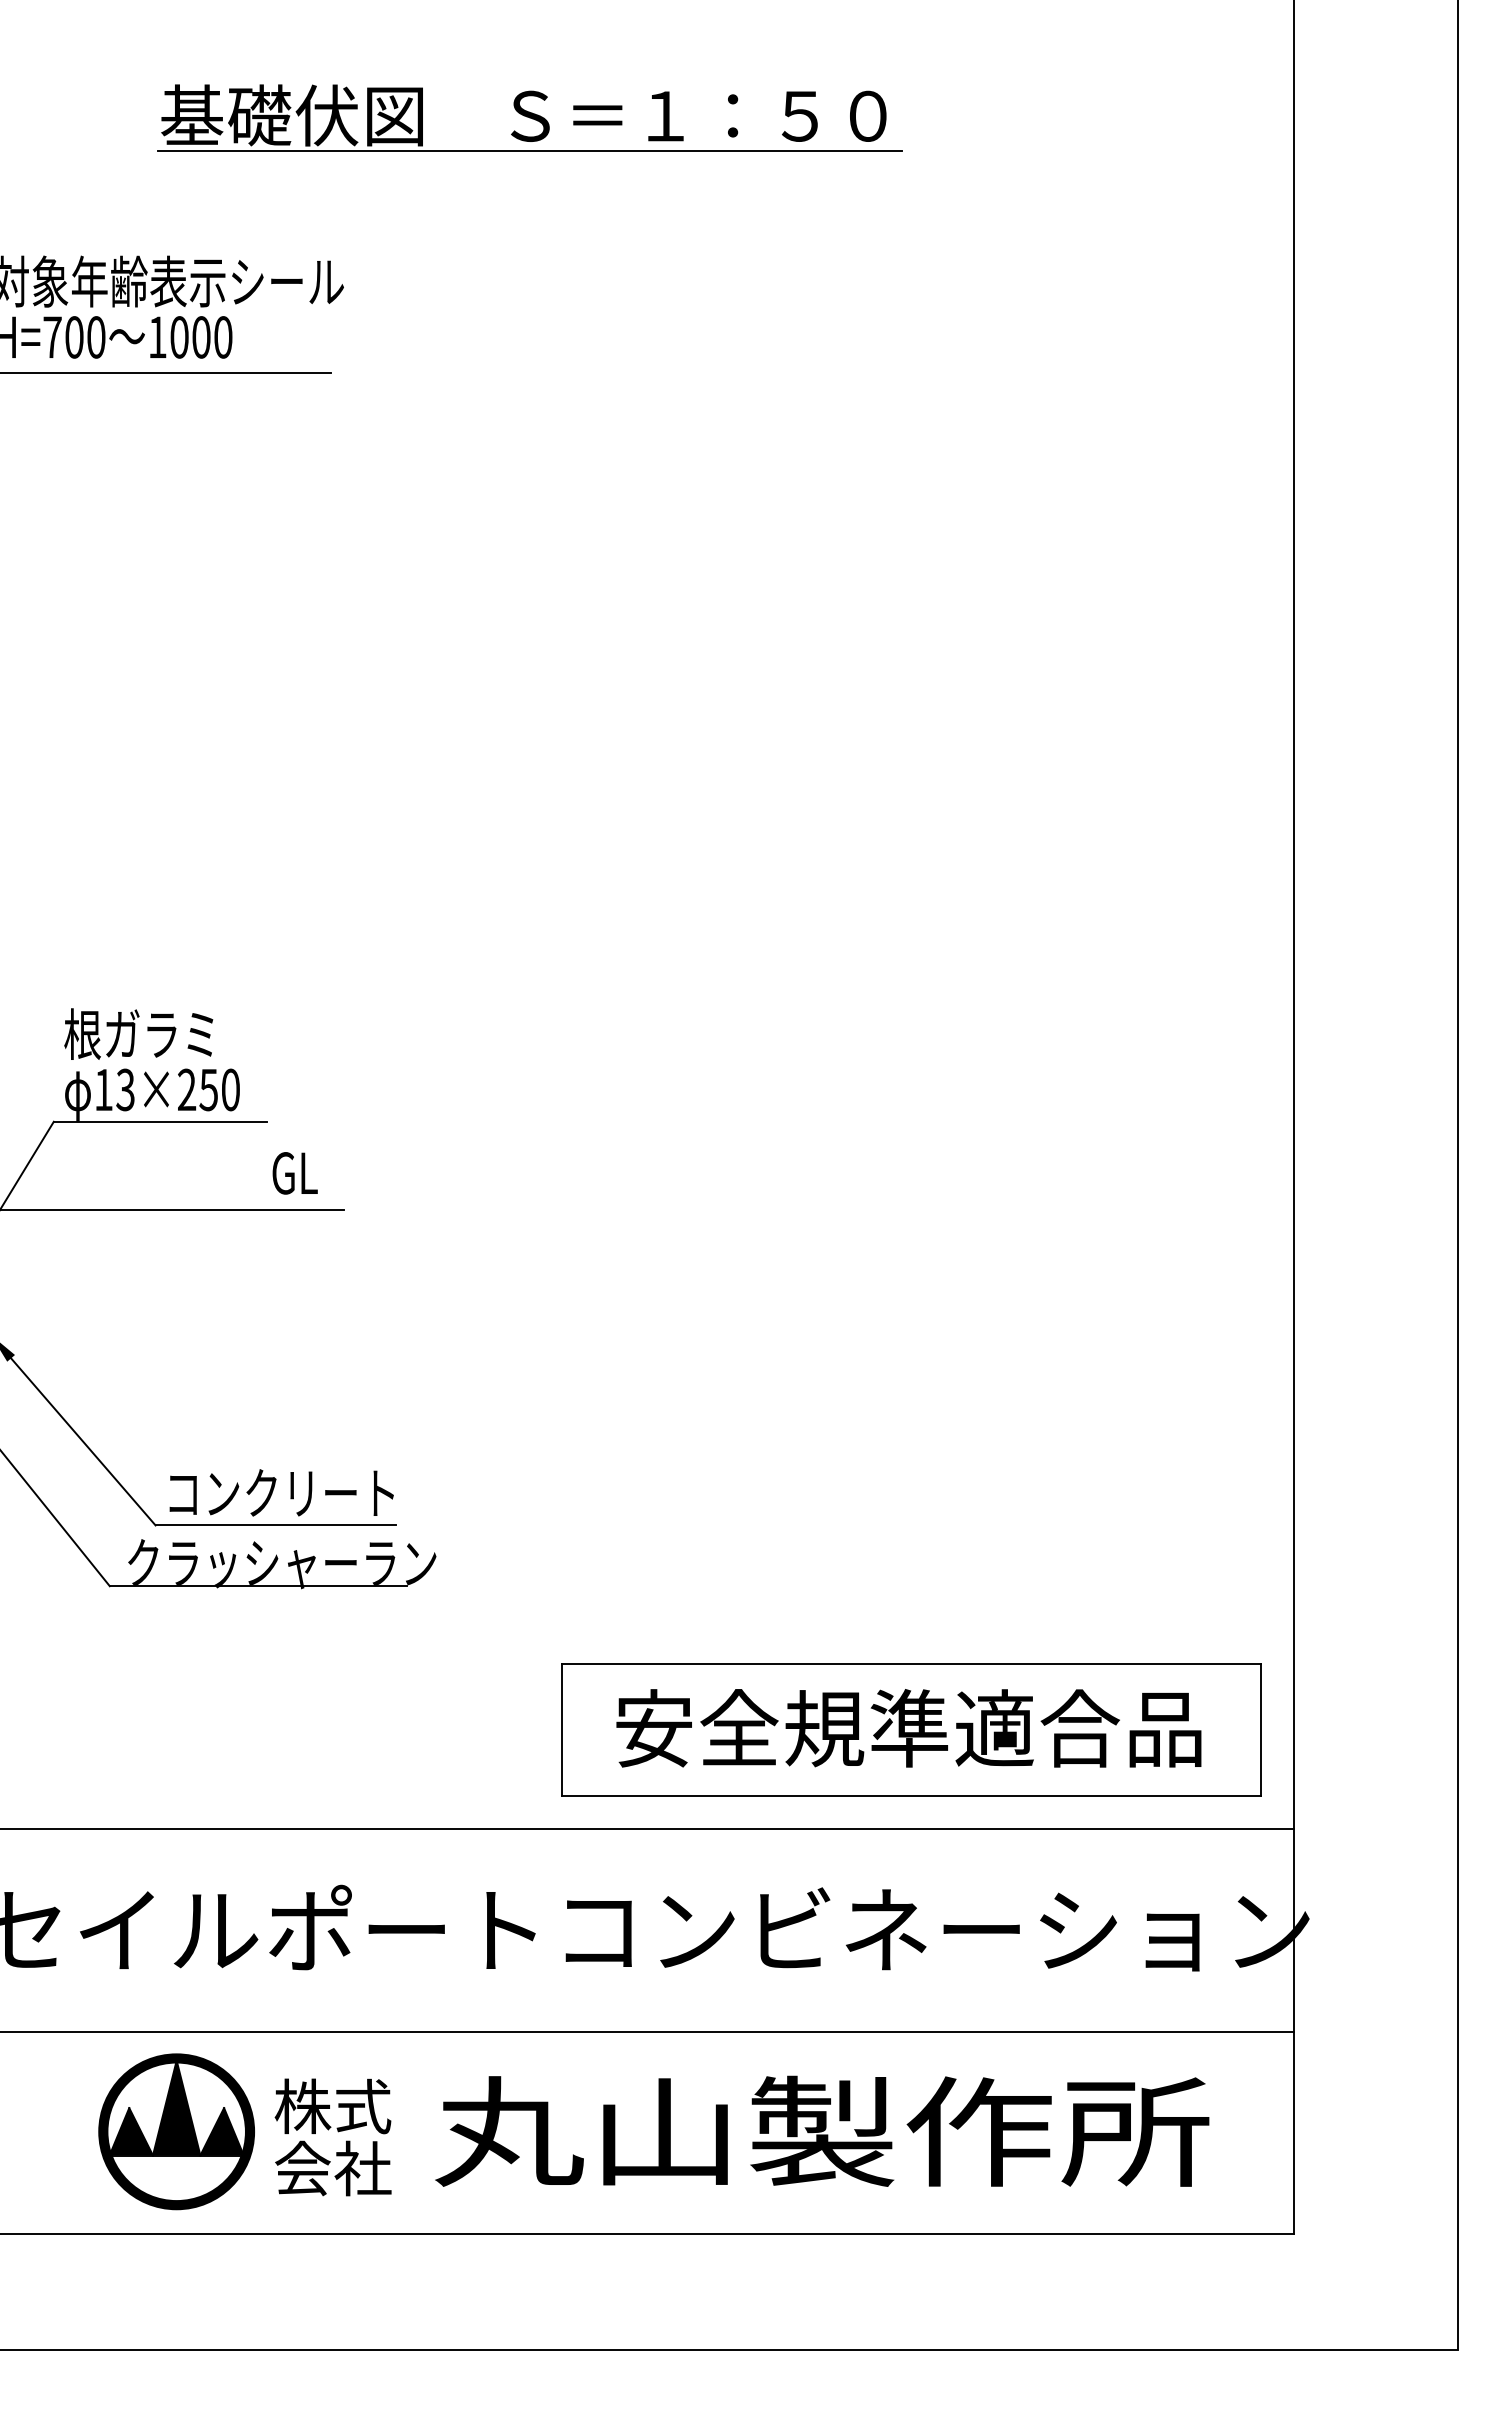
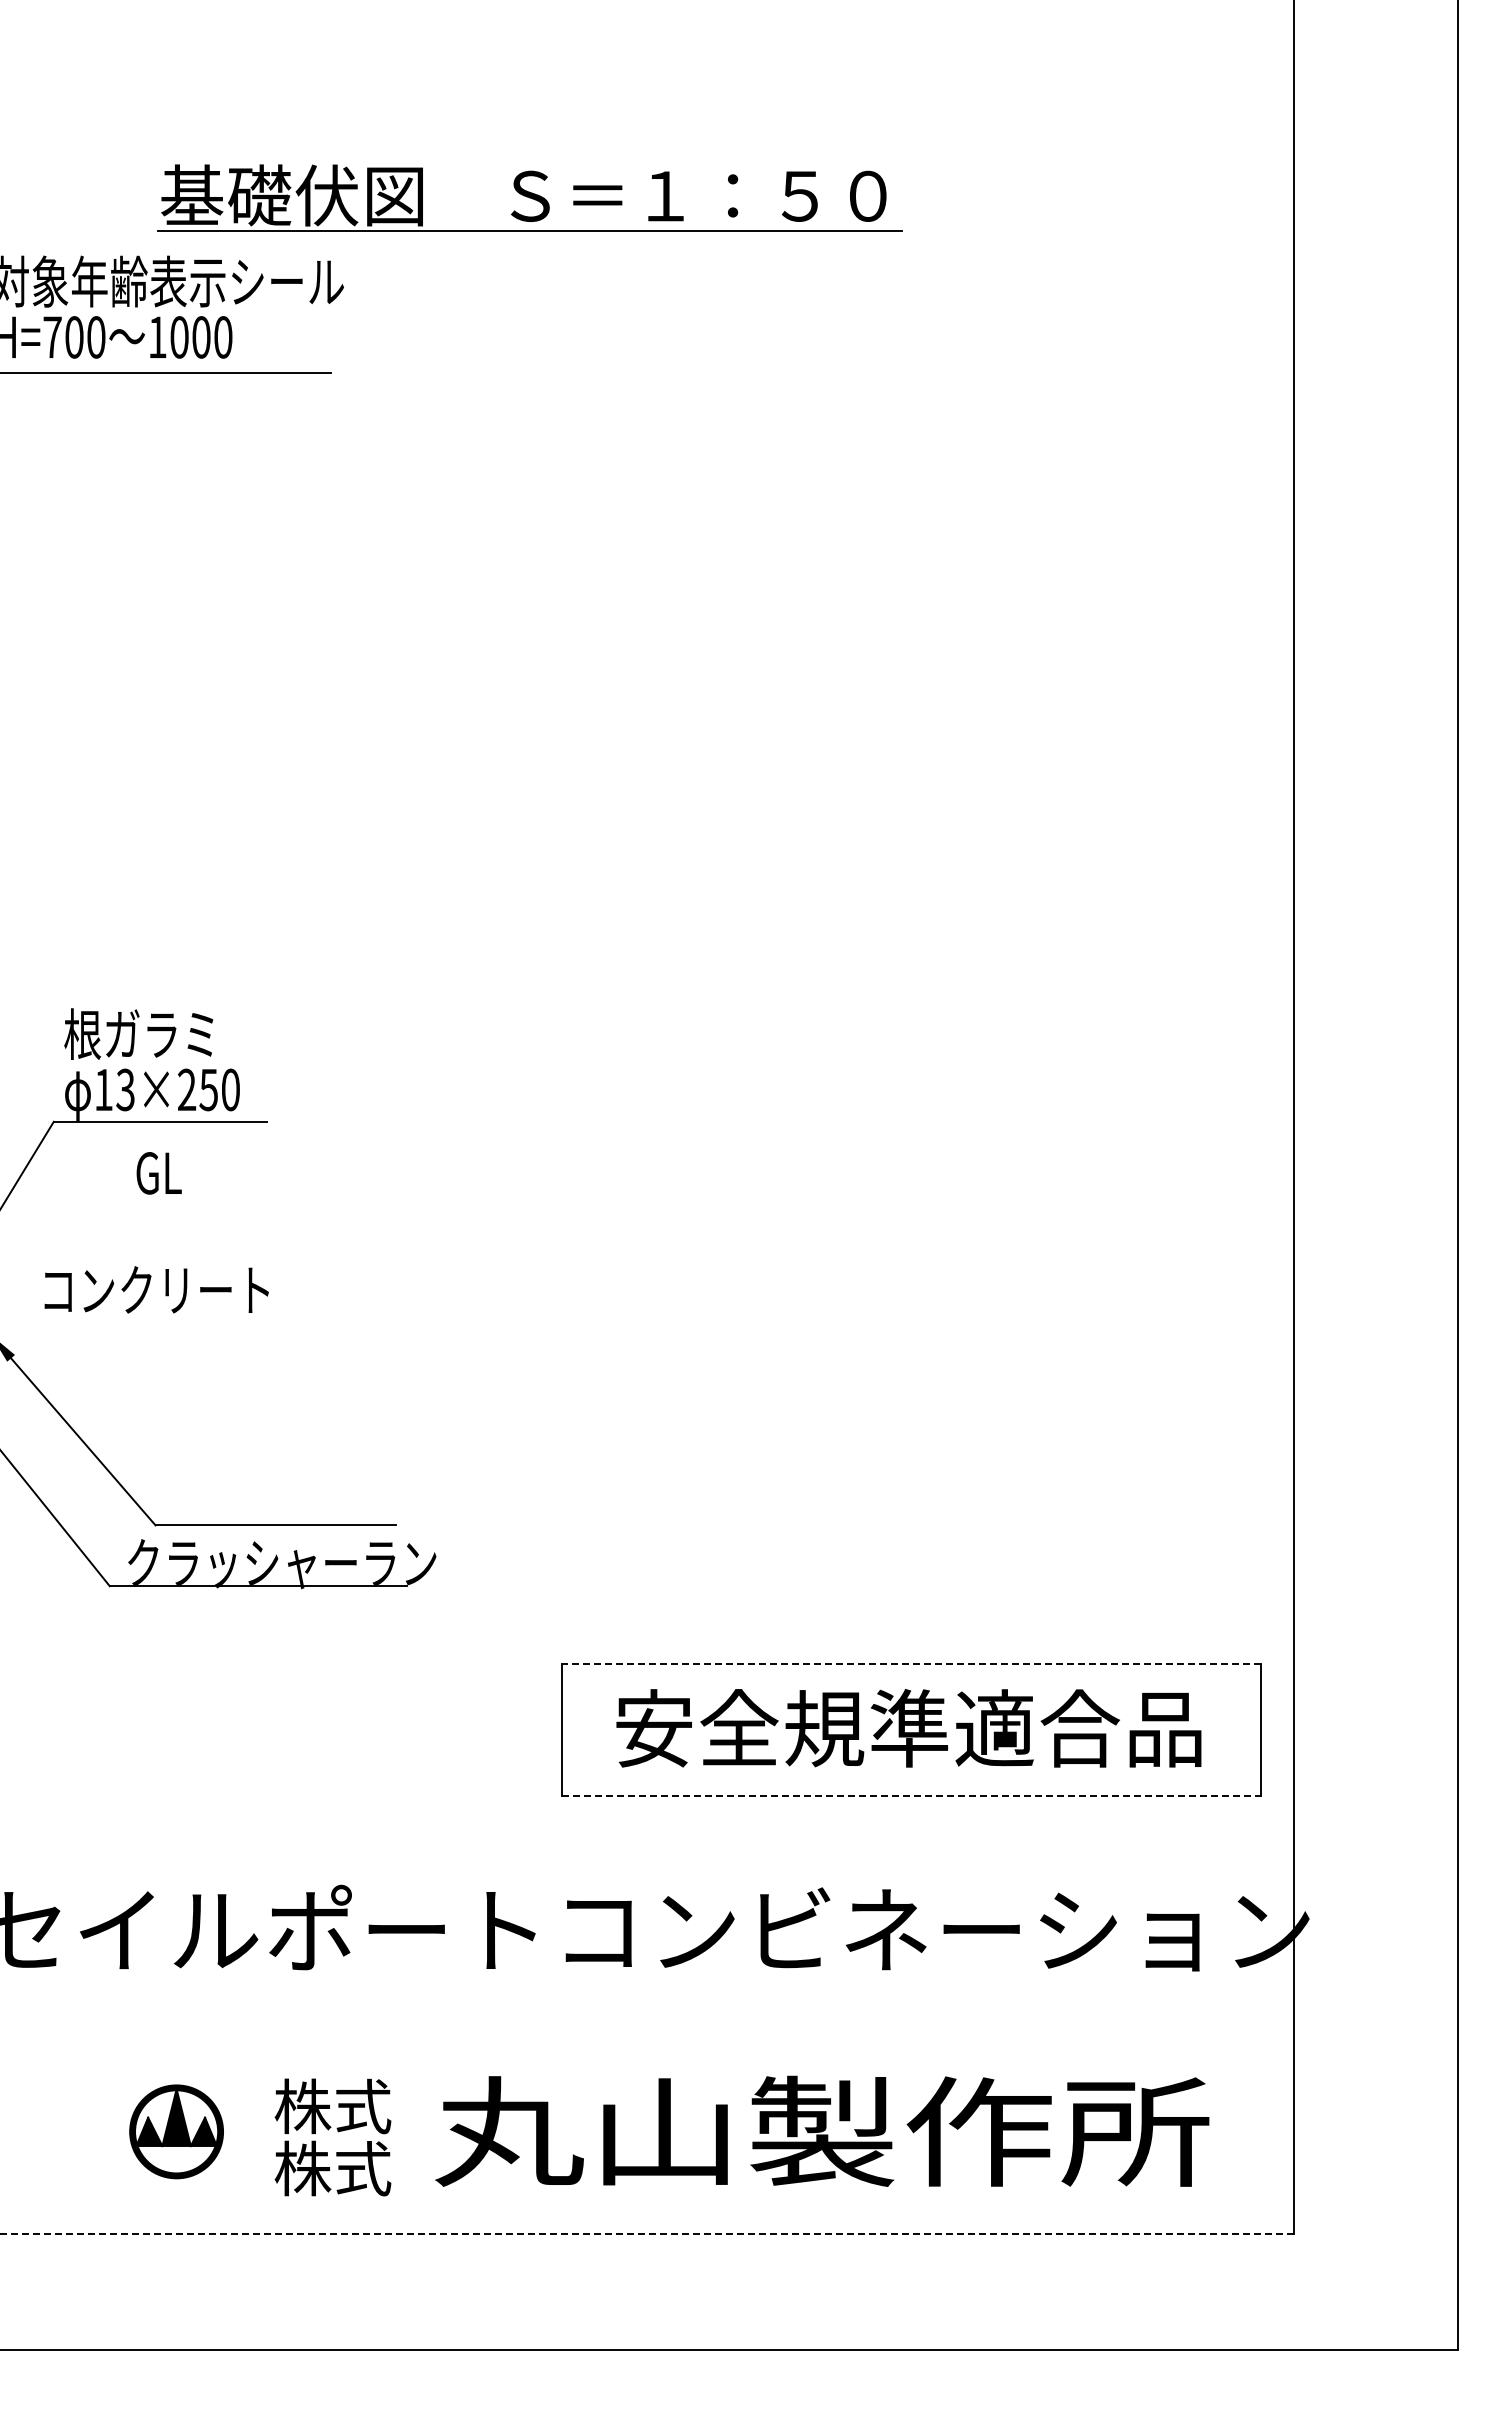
part at (529, 117) position: (529, 117) -> (529, 197)
text at (294, 1173) position: (294, 1173) -> (158, 1173)
line at (173, 1209): present -> none
text at (281, 1492) position: (281, 1492) -> (156, 1289)
line at (911, 1664): solid -> dashed
line at (911, 1796): solid -> dashed
line at (648, 1828): present -> none
line at (648, 2031): present -> none
part at (176, 2131) size: 157x158 px -> 95x96 px
text at (332, 2168): 会社 -> 株式
line at (647, 2234): solid -> dashed
